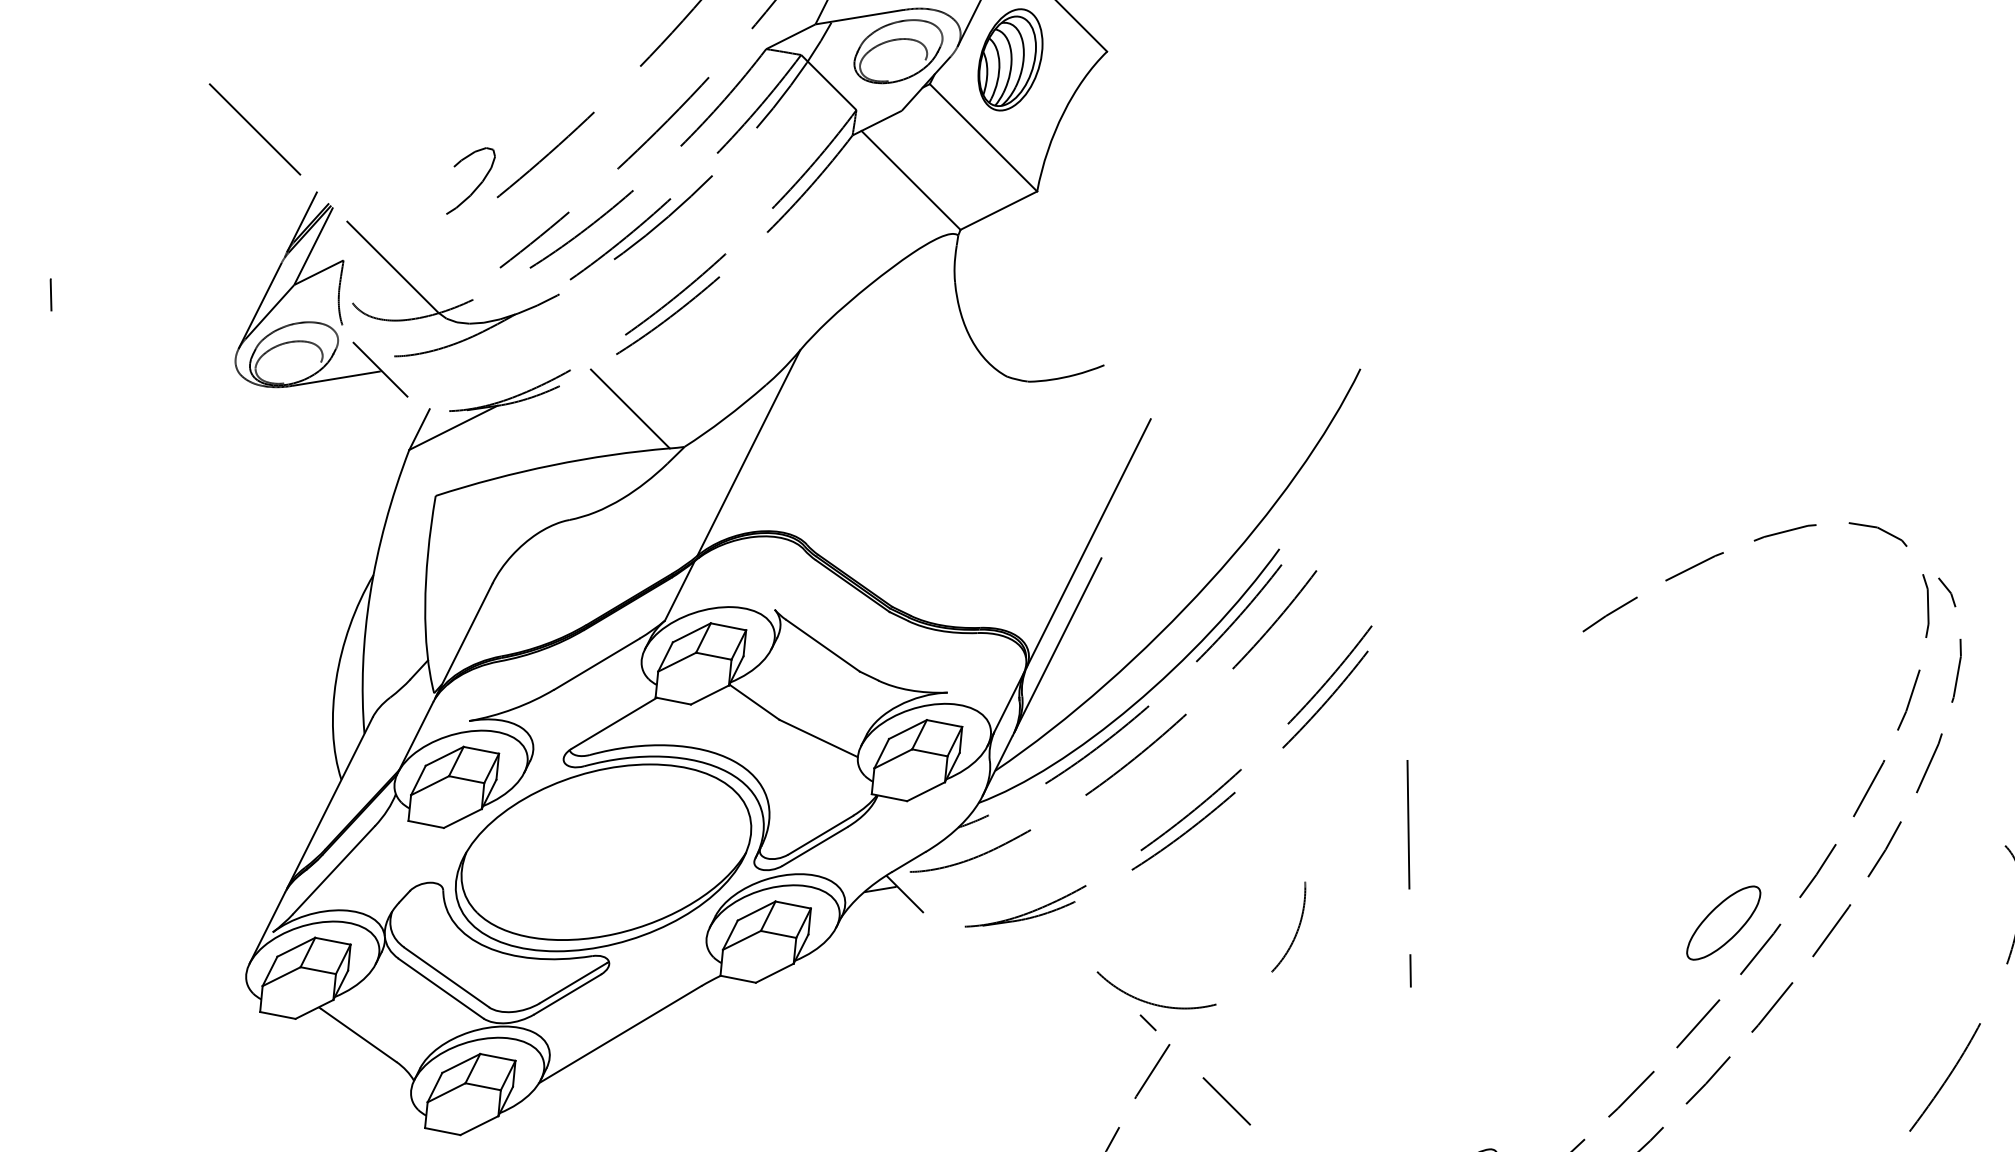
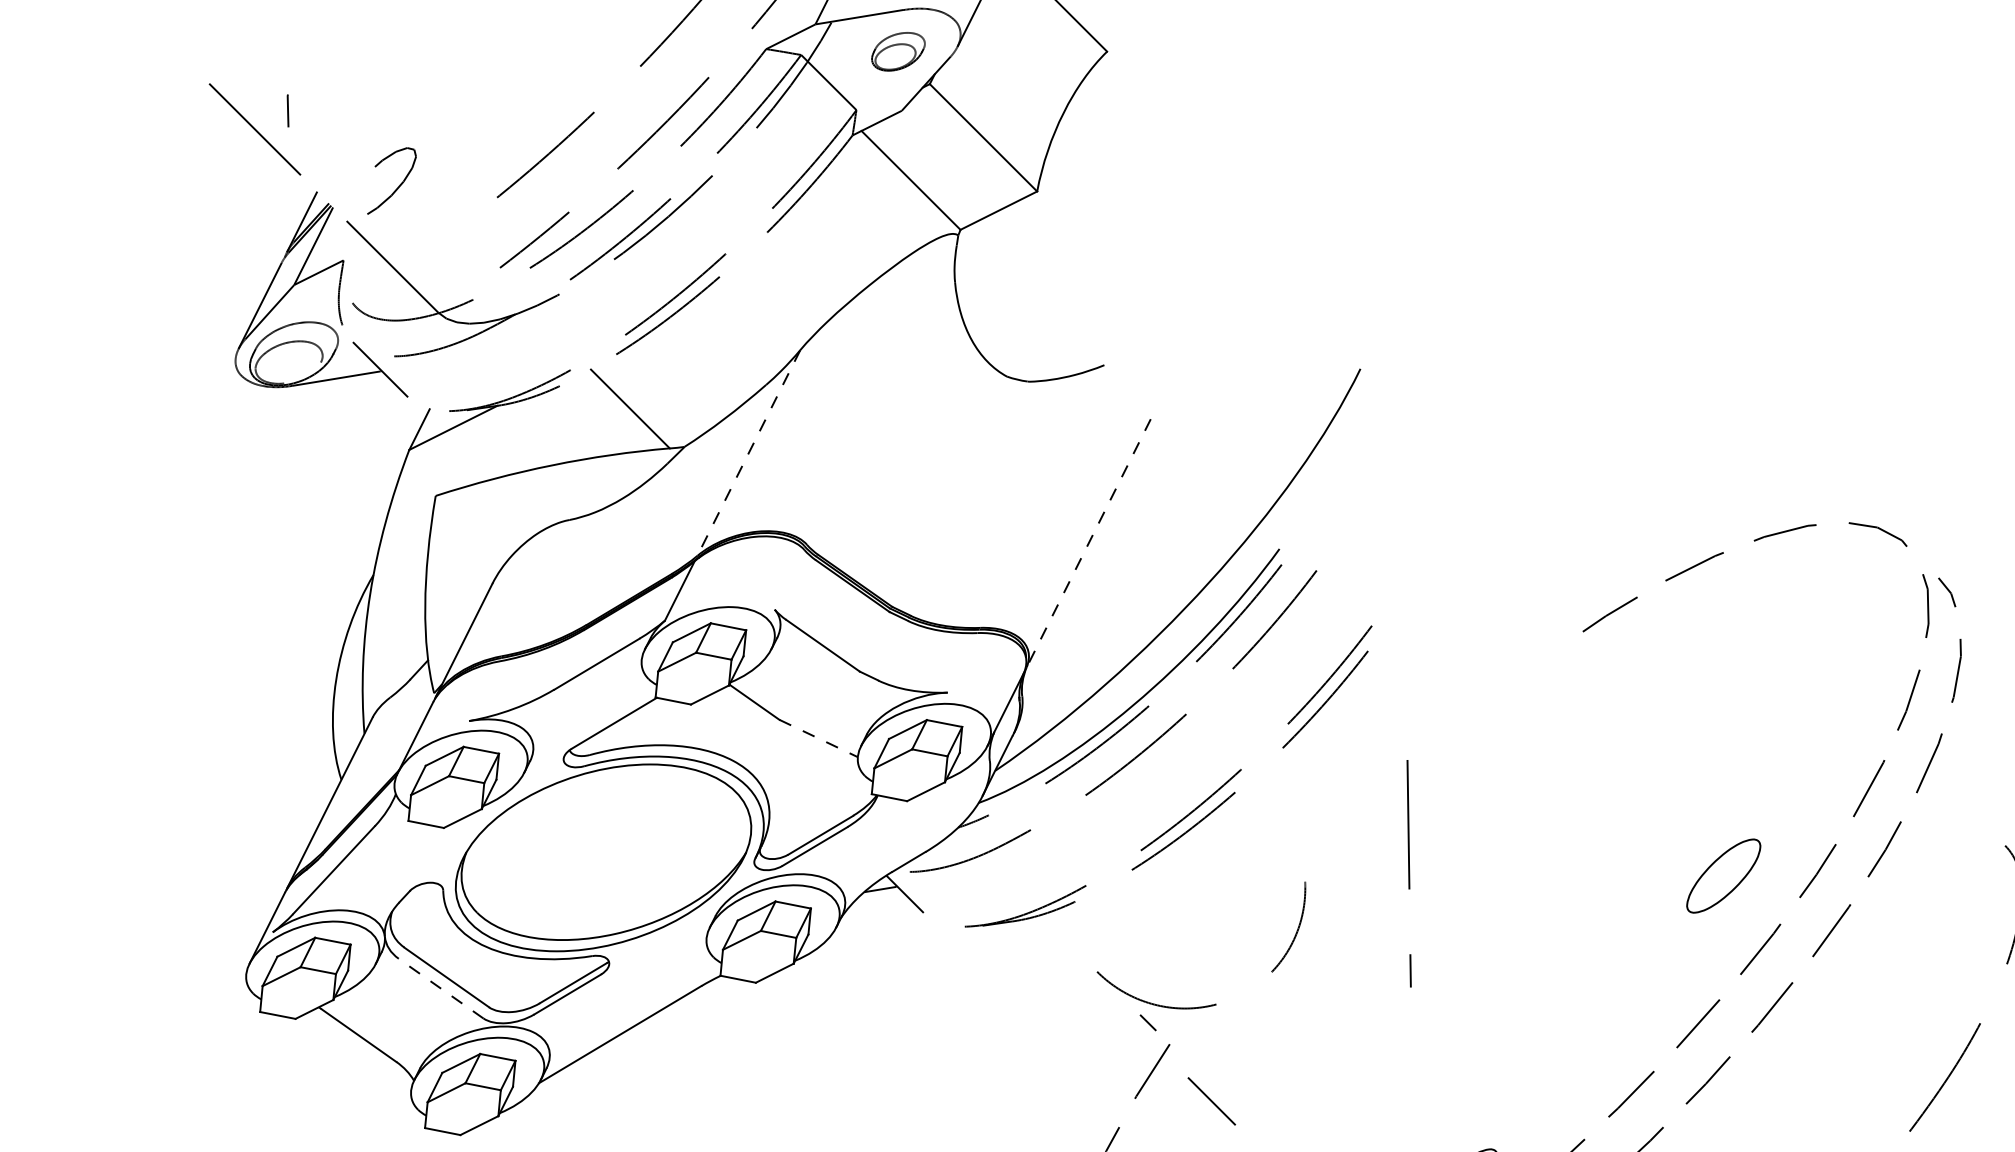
part at (898, 51) size: 91x66 px -> 55x40 px
part at (1010, 59): present -> none
curve at (478, 184) position: (478, 184) -> (399, 184)
line at (50, 294) position: (50, 294) -> (287, 110)
line at (748, 452): solid -> dashed
line at (1088, 543): solid -> dashed
line at (1058, 644): present -> none
line at (819, 738): solid -> dashed
part at (1723, 922) position: (1723, 922) -> (1723, 875)
line at (441, 988): solid -> dashed
line at (1226, 1101) position: (1226, 1101) -> (1211, 1101)
